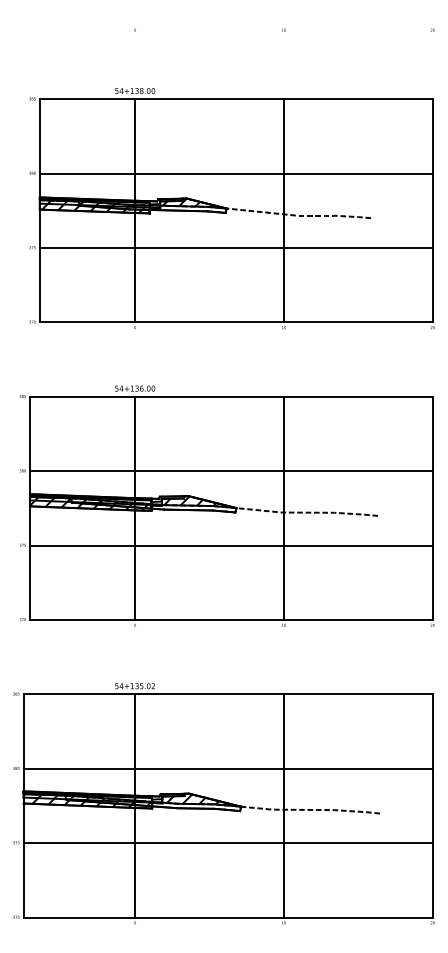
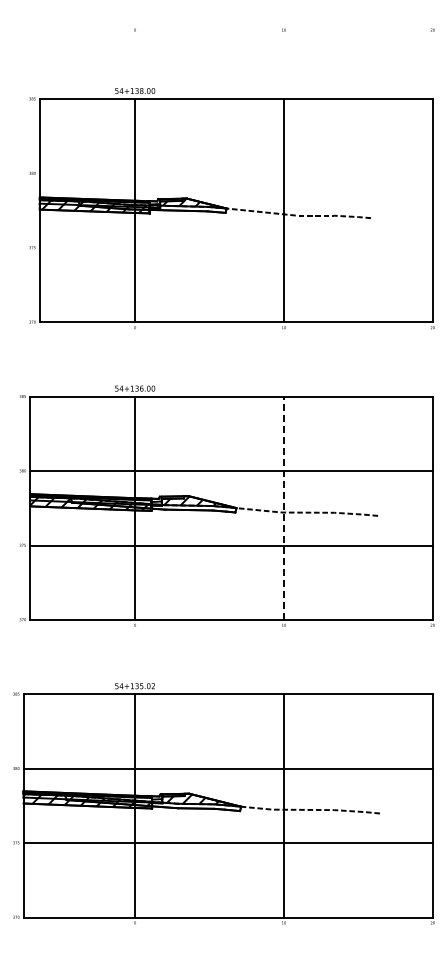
line at (235, 173): present -> none
line at (235, 248): present -> none
line at (283, 508): solid -> dashed
